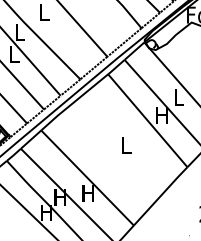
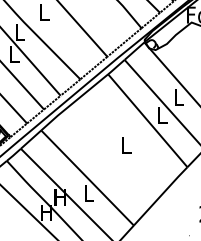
text at (161, 115): H -> L
text at (87, 193): H -> L
